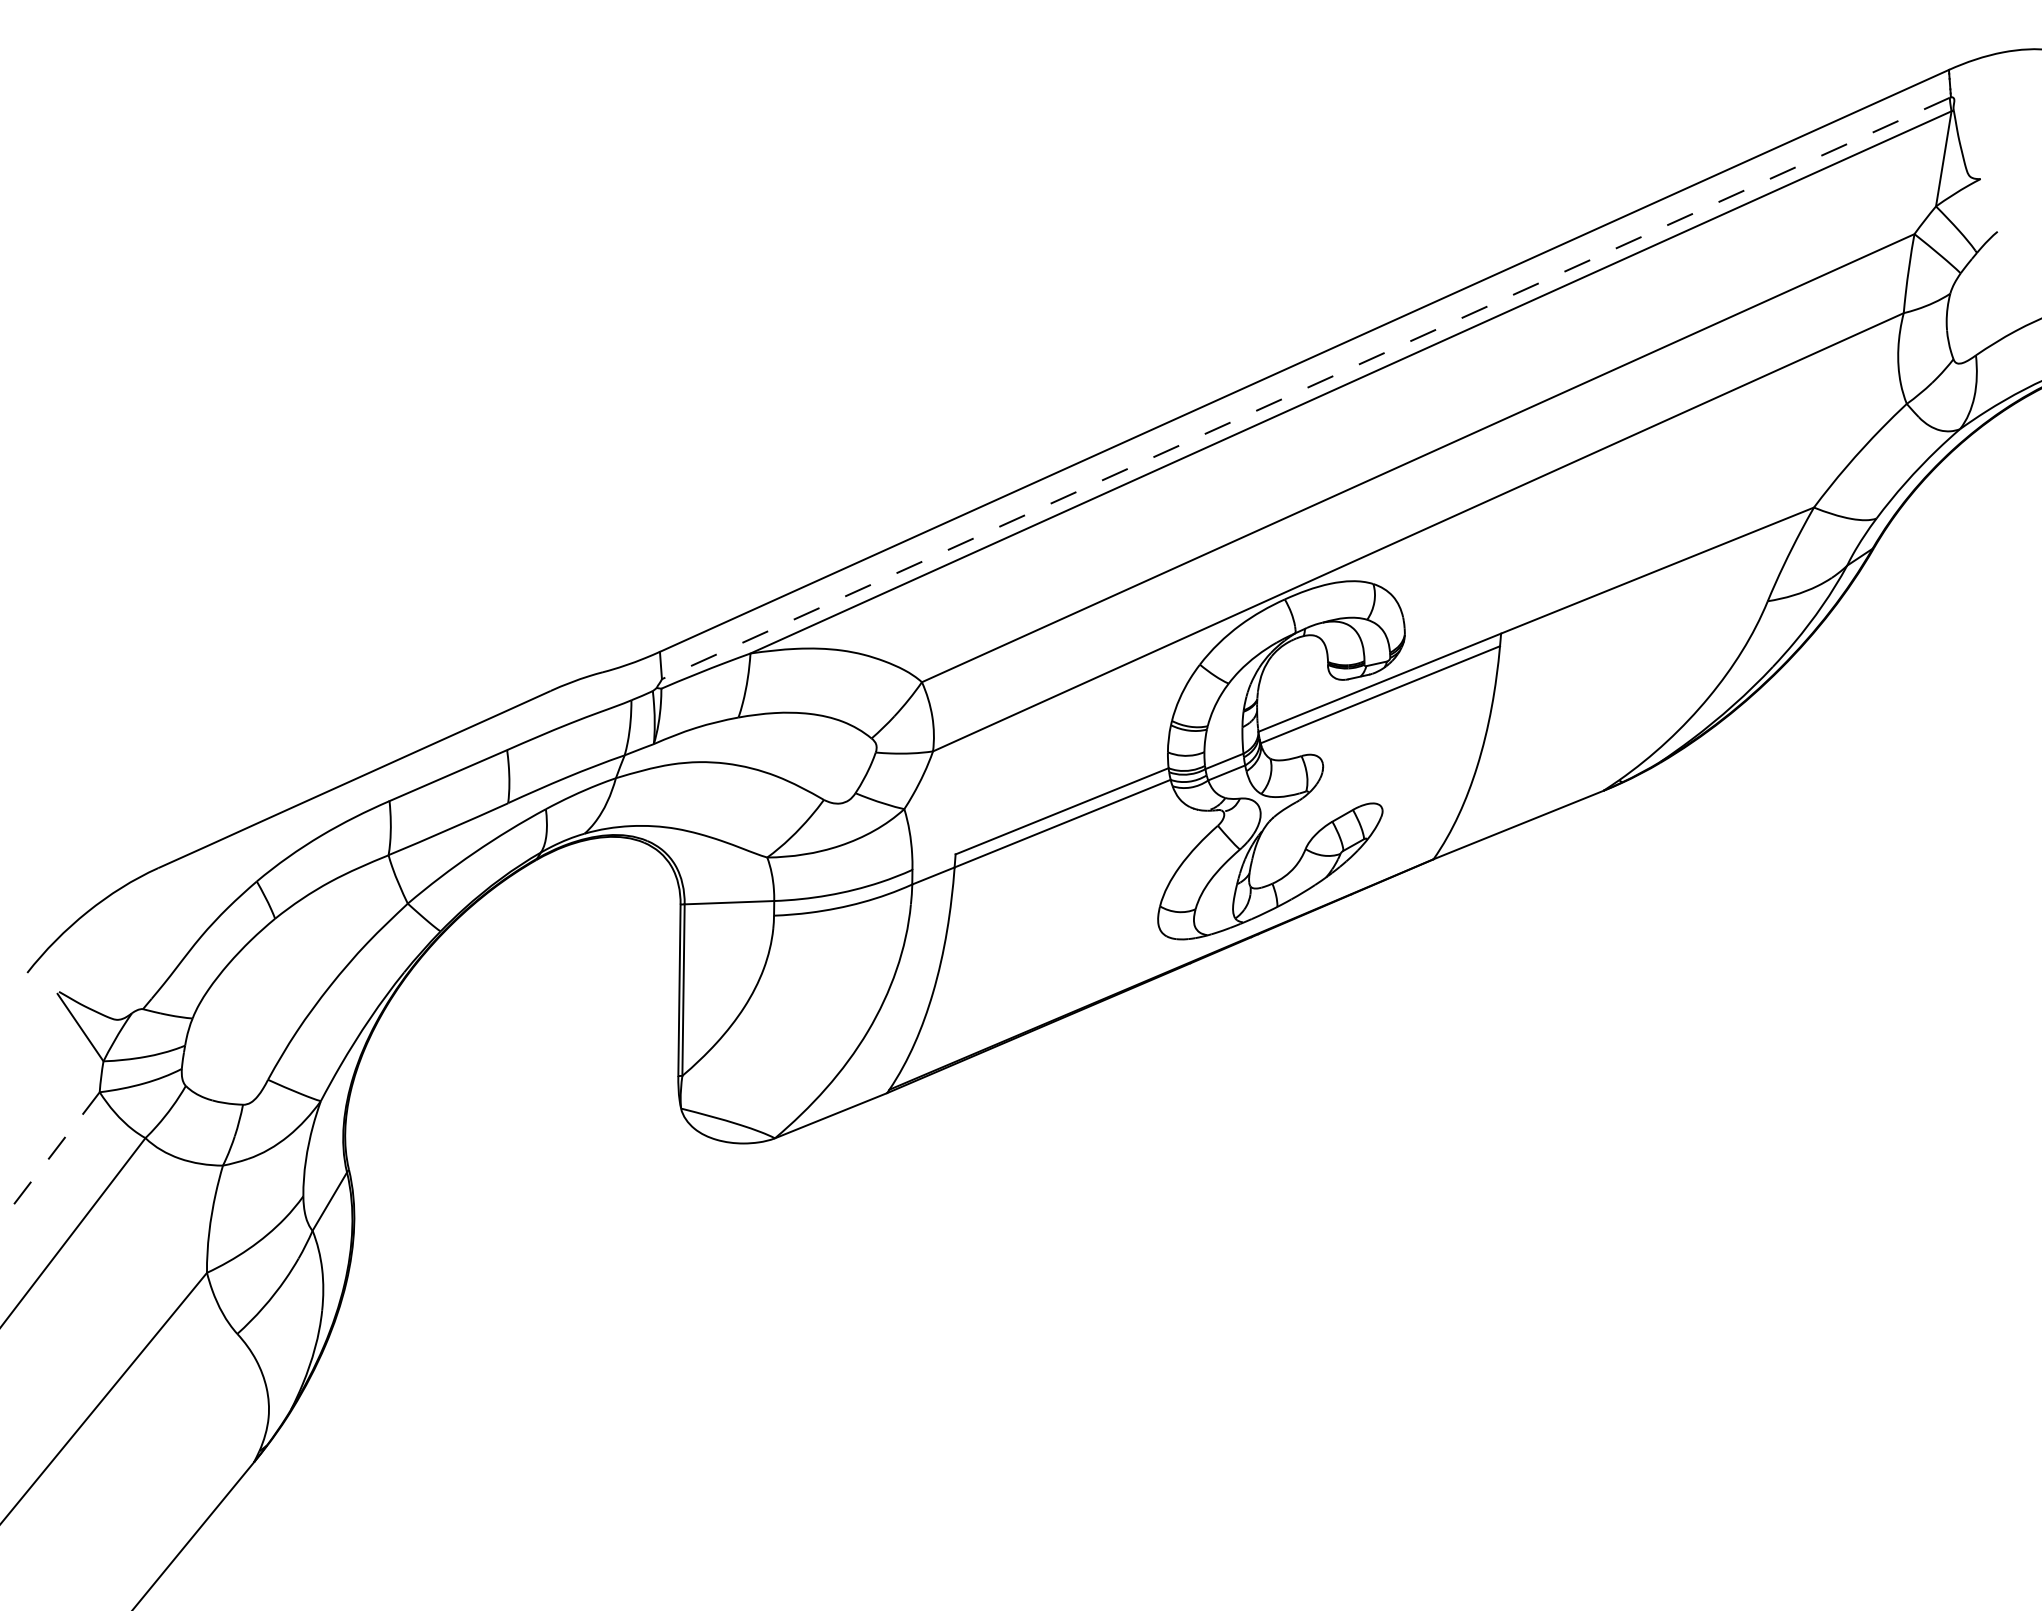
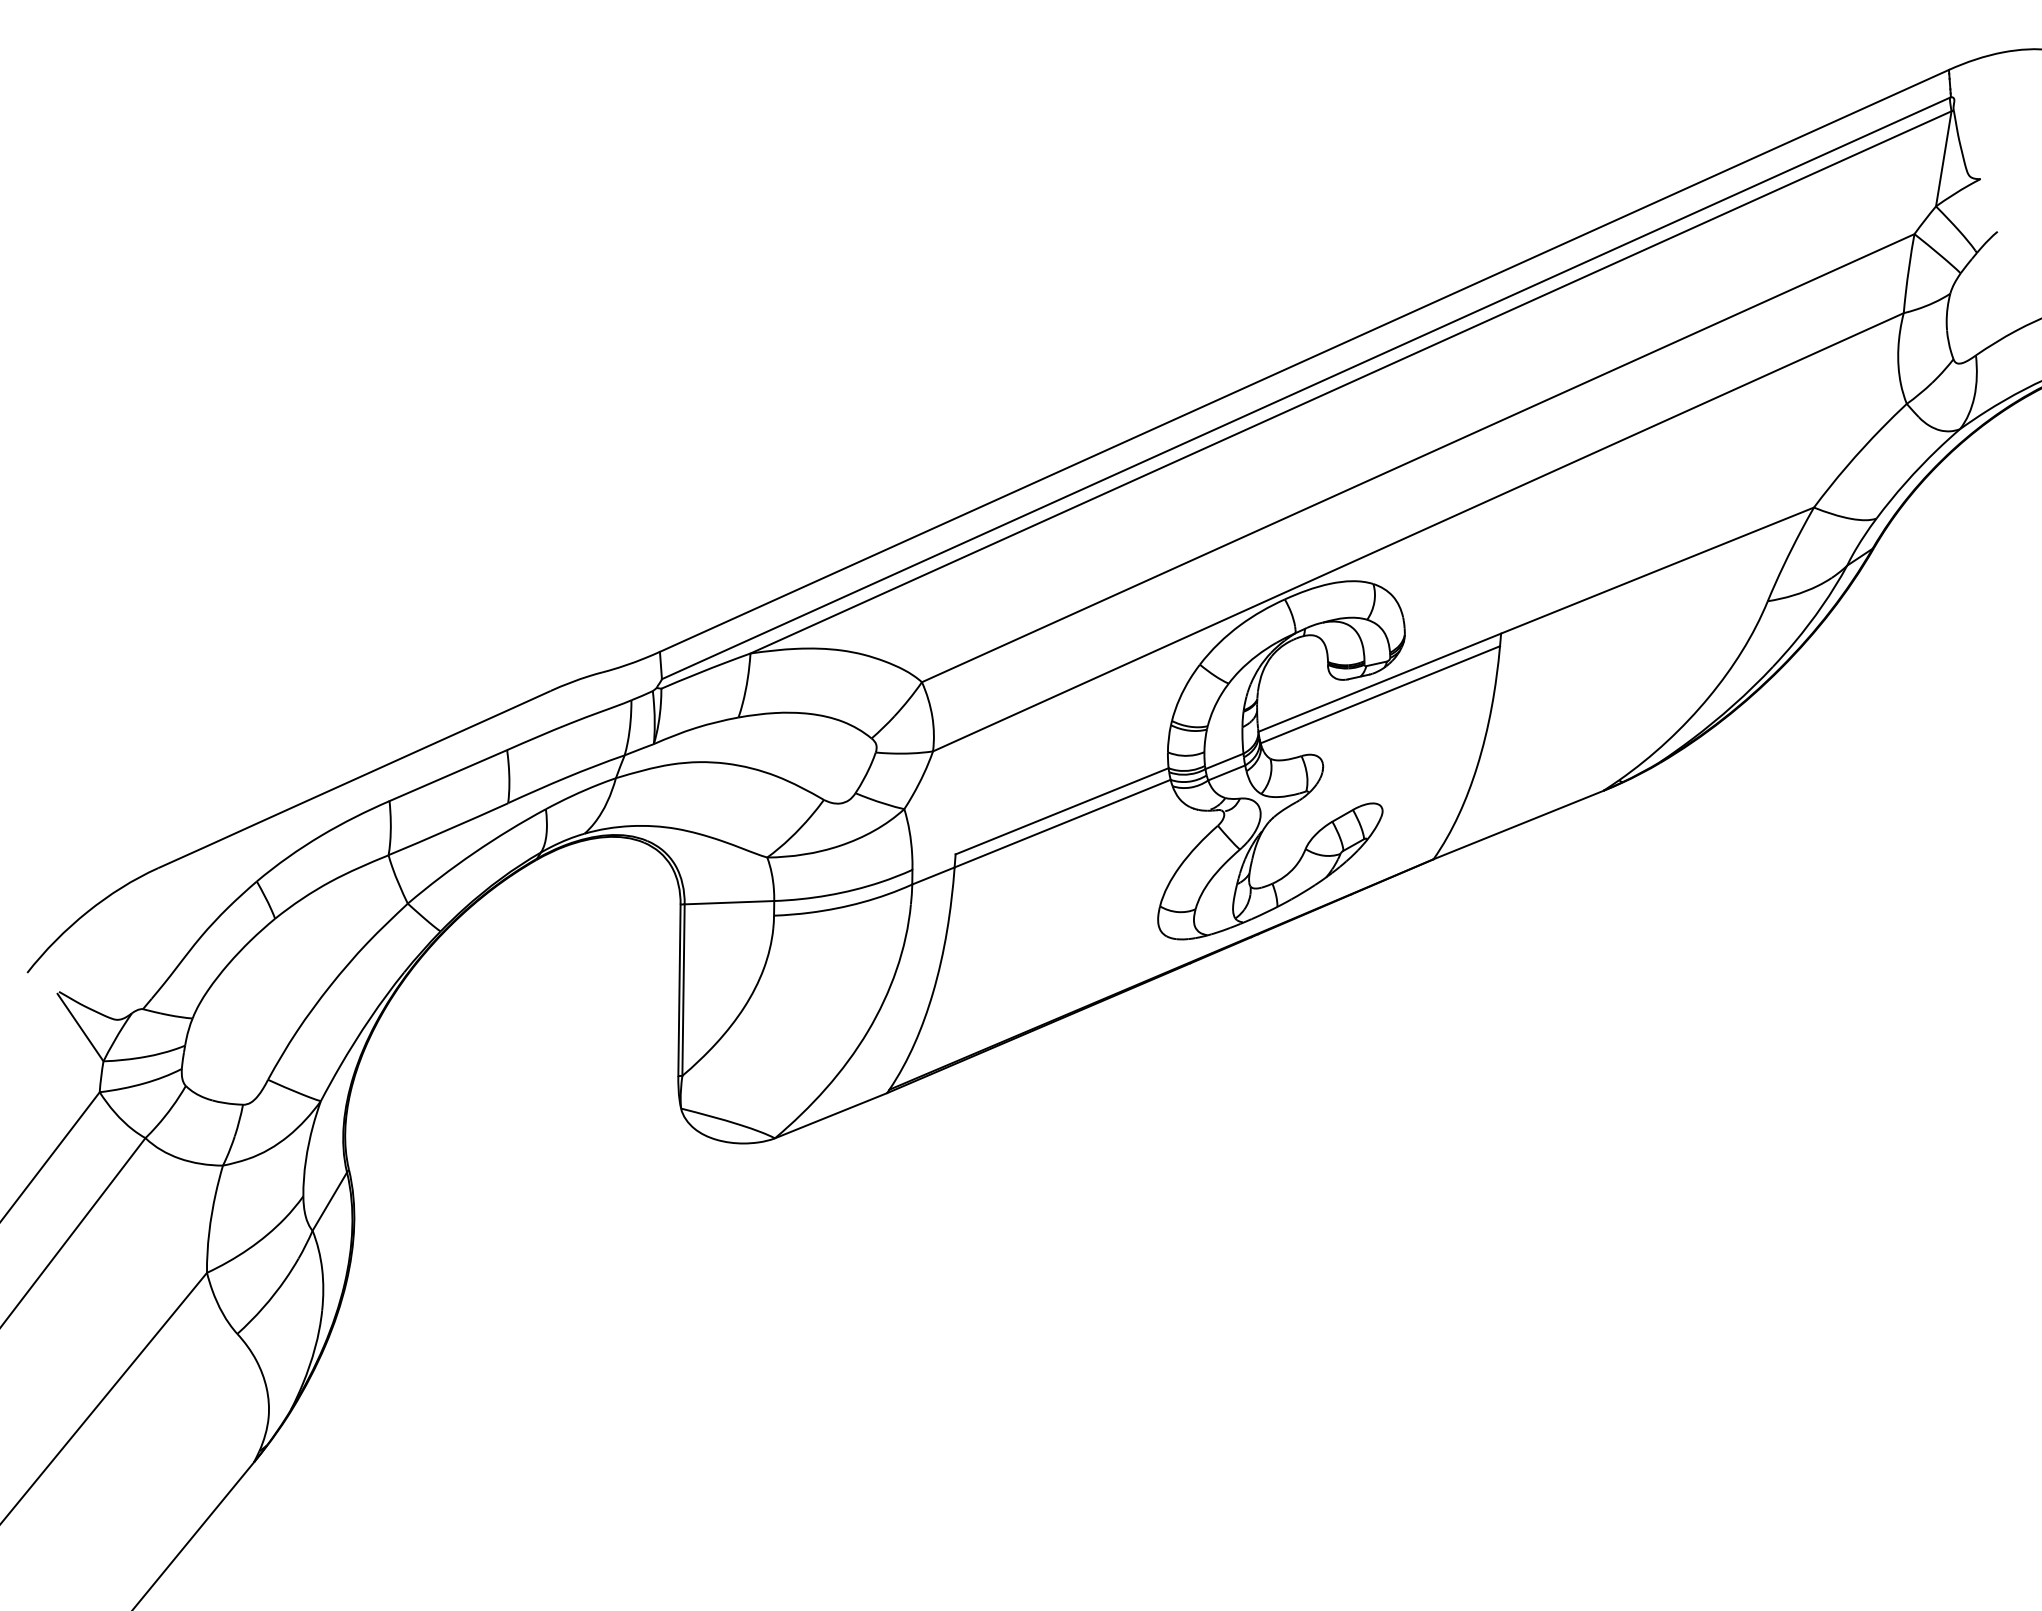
line at (1305, 388): dashed -> solid
line at (49, 1157): dashed -> solid
